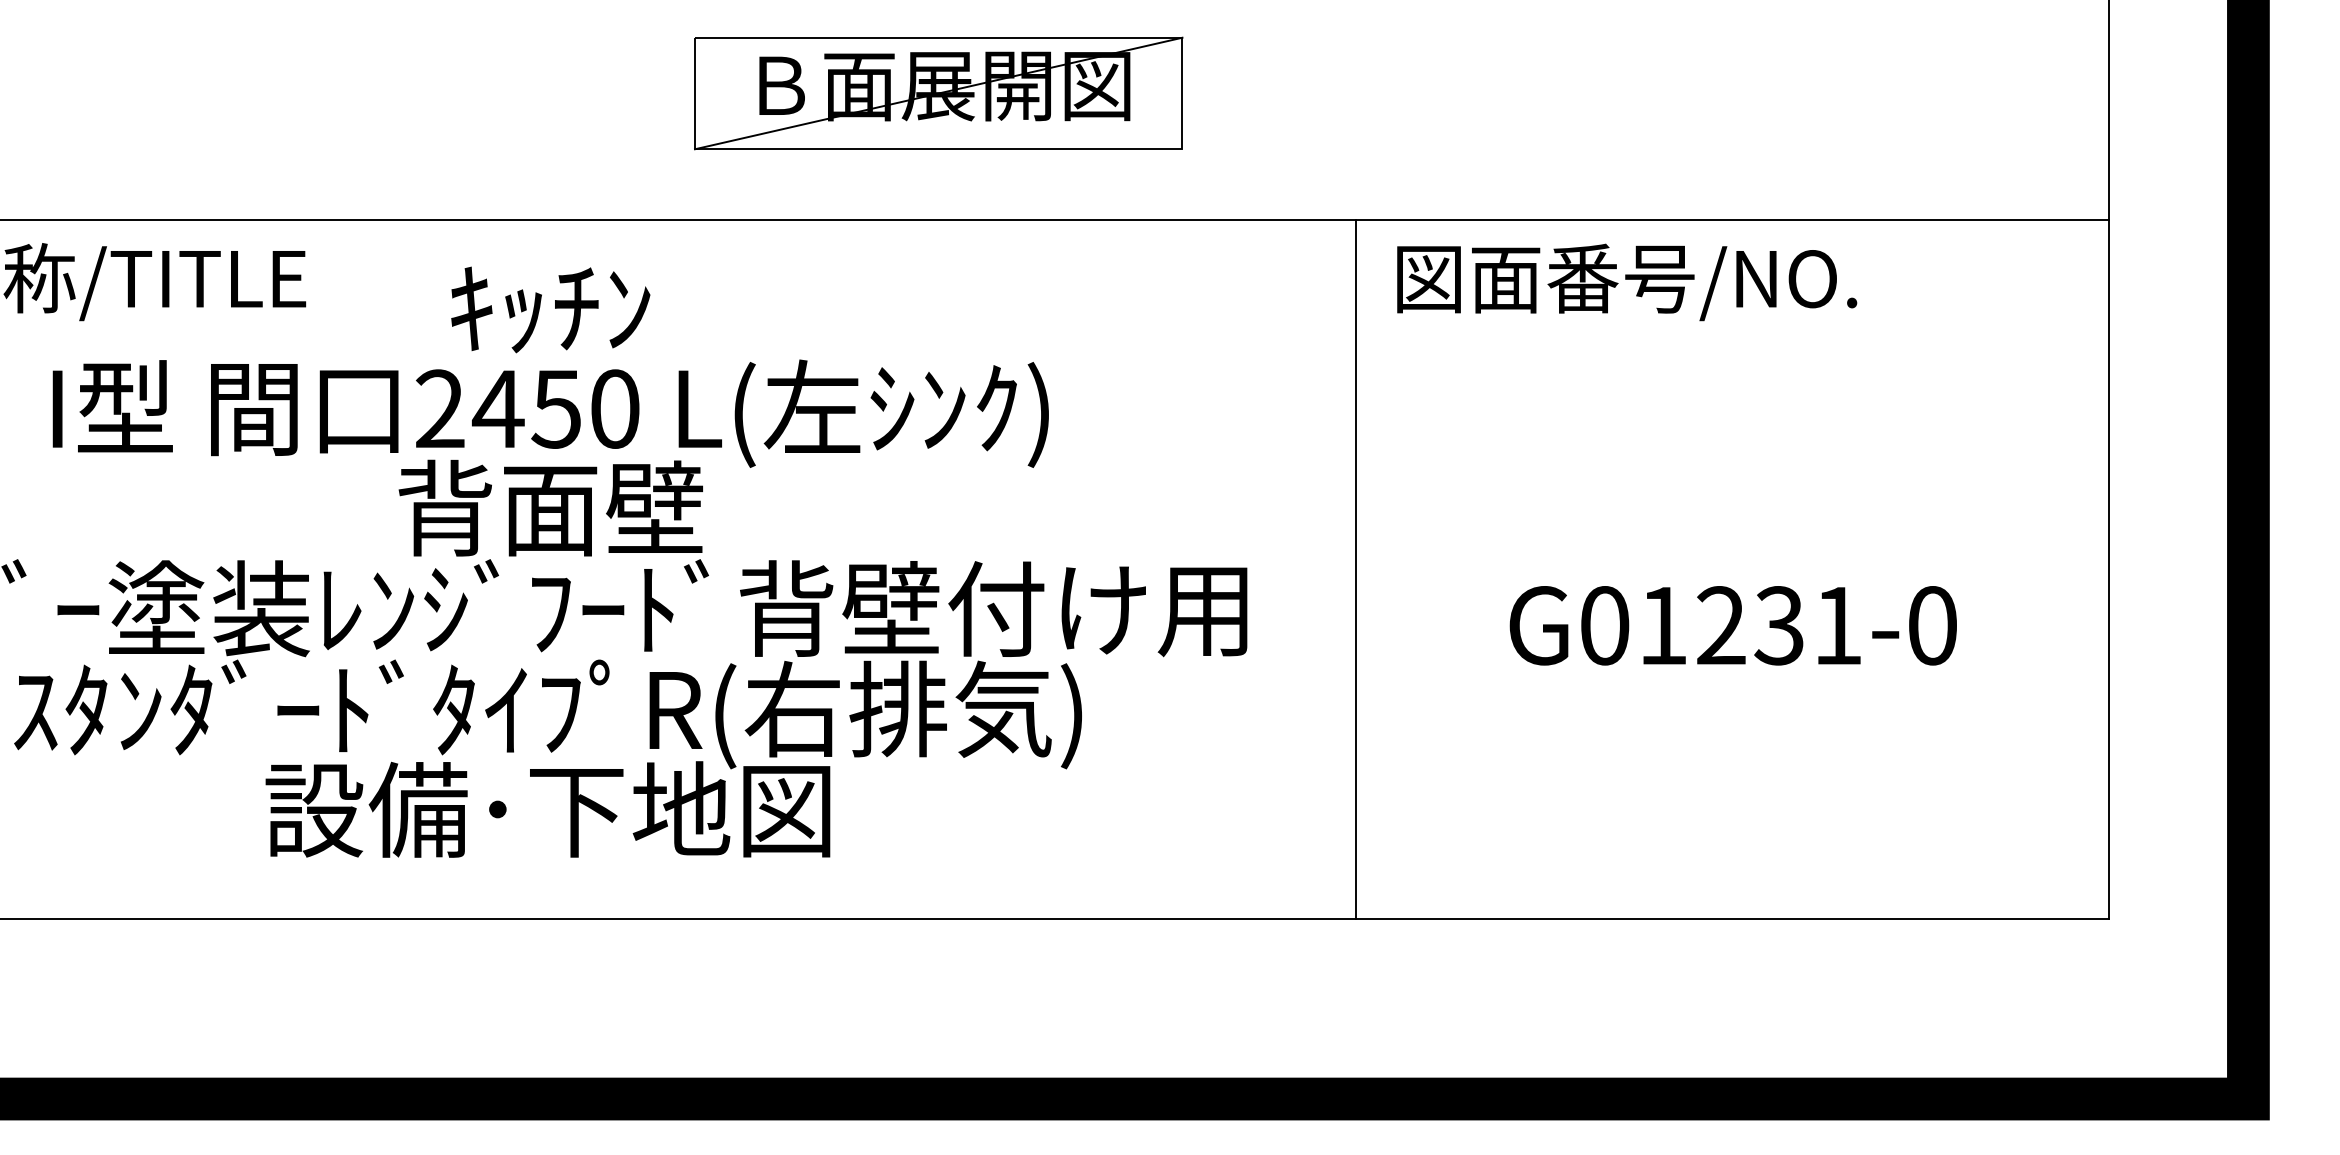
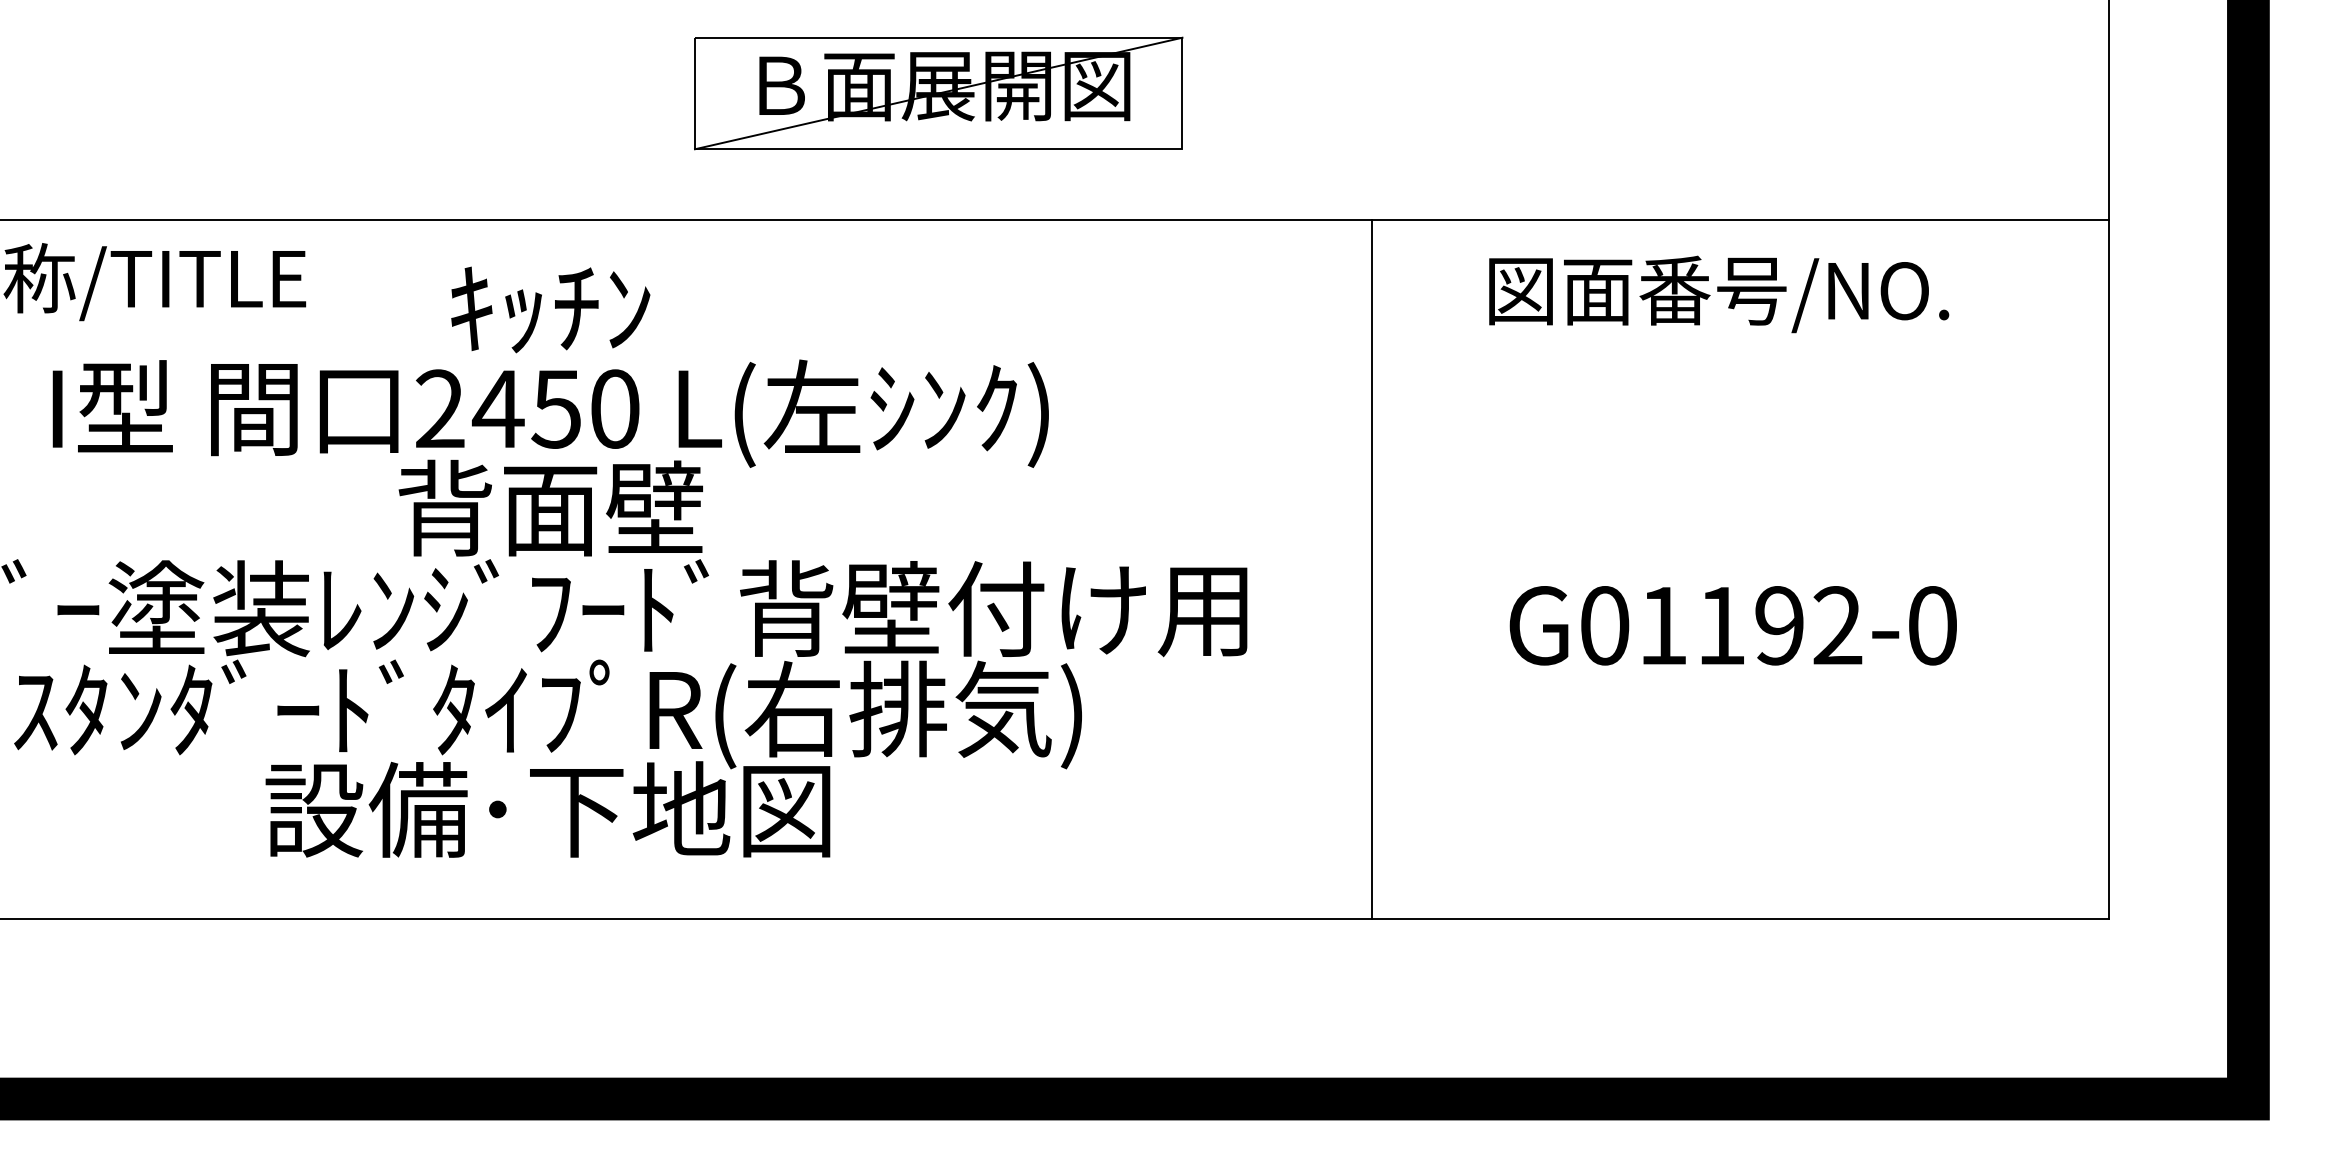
text at (1627, 282) position: (1627, 282) -> (1719, 294)
line at (1356, 569) position: (1356, 569) -> (1372, 569)
text at (1779, 625): G01231-0 -> G01192-0
